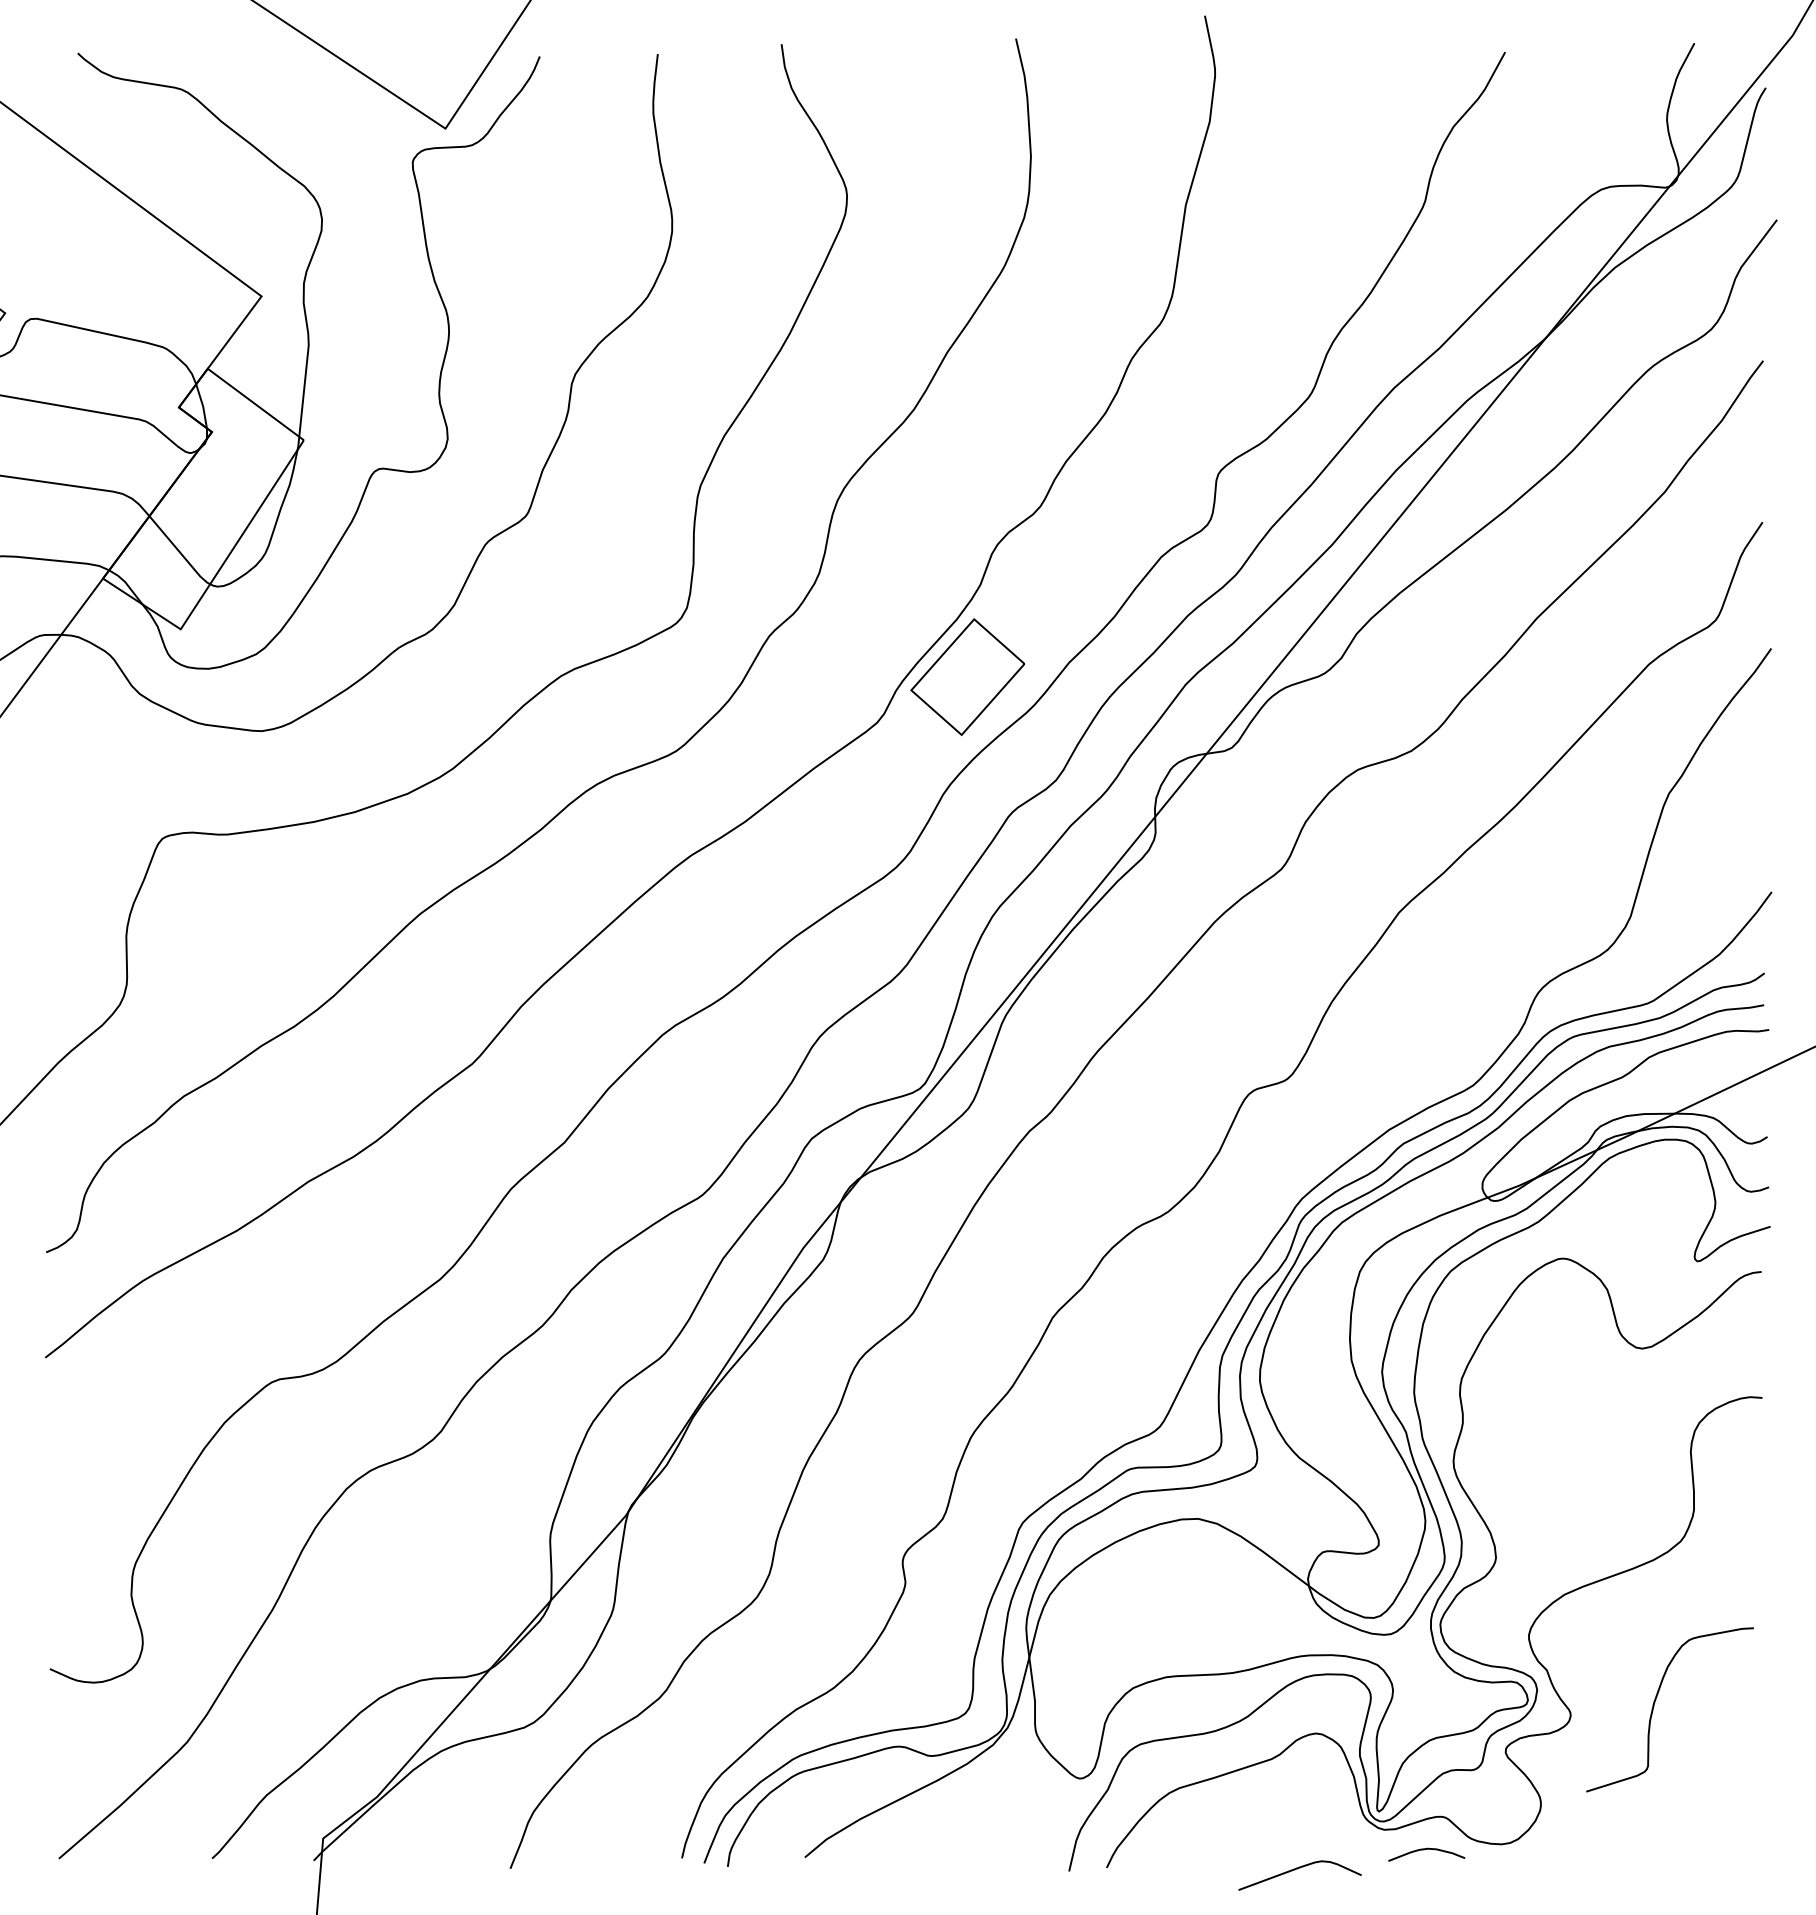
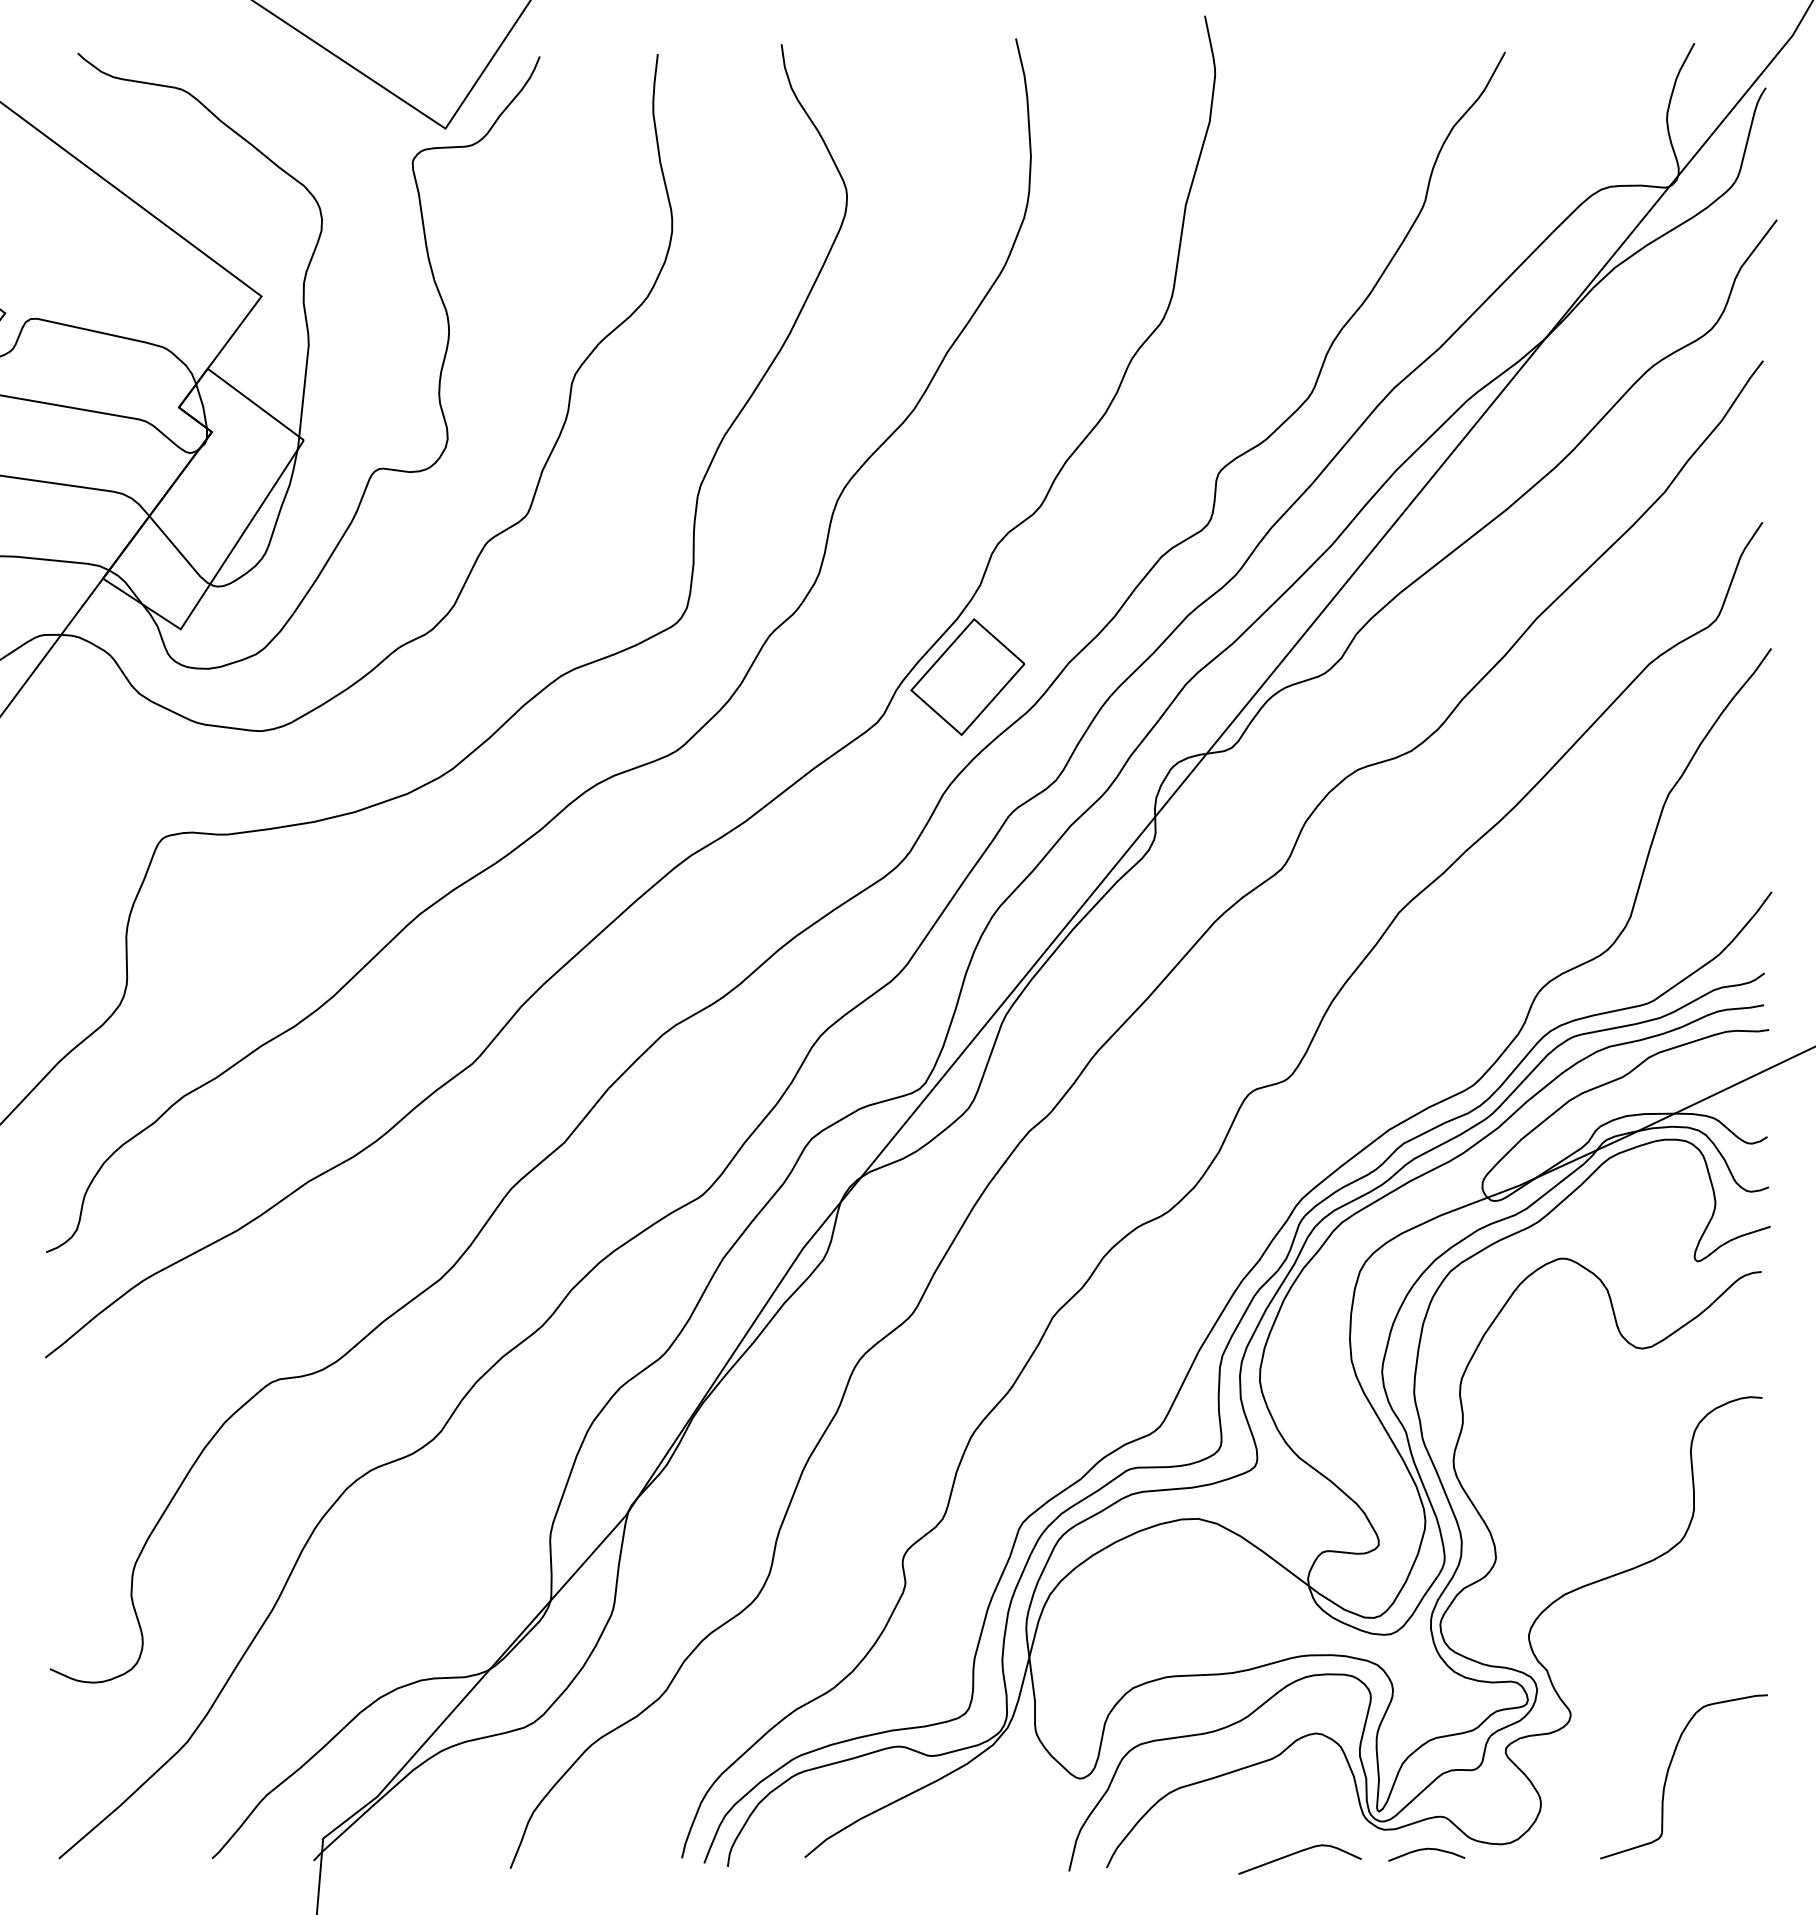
curve at (1654, 1706) position: (1654, 1706) -> (1668, 1773)
curve at (1297, 1869) position: (1297, 1869) -> (1297, 1853)
